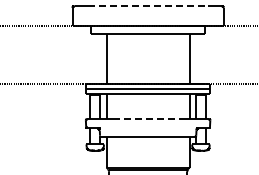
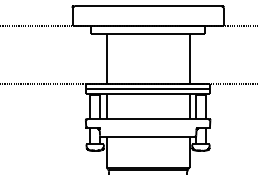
line at (148, 6): dashed -> solid
line at (148, 119): dashed -> solid
